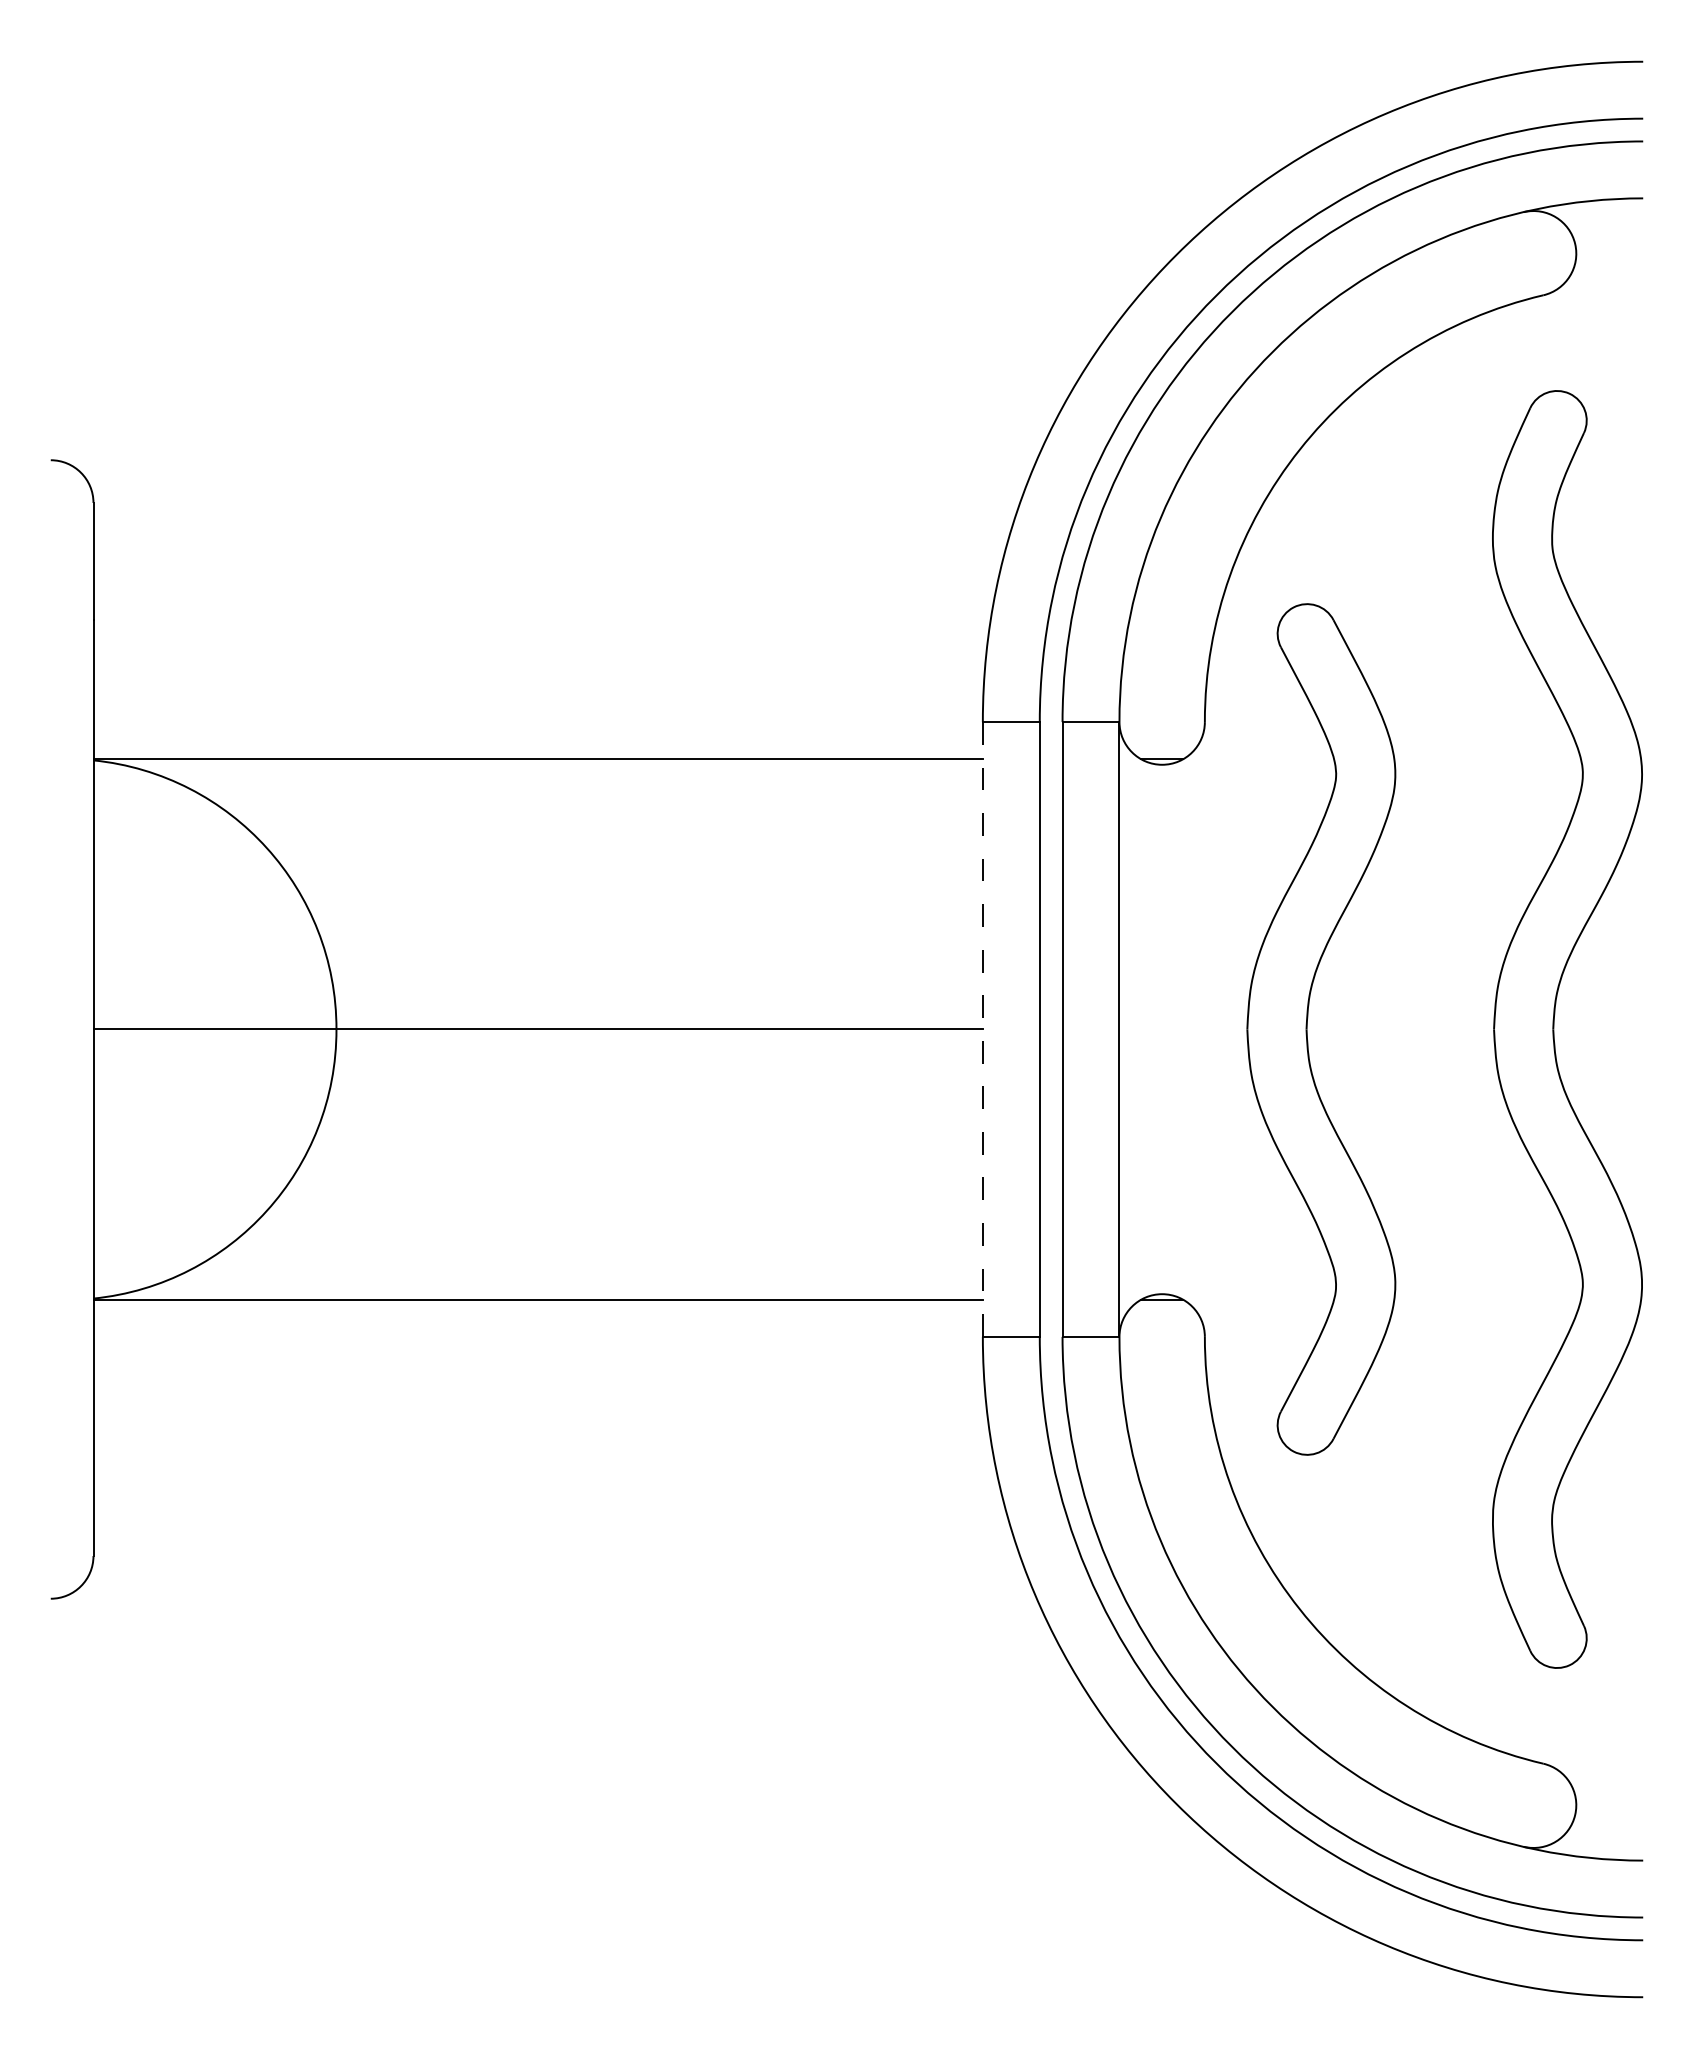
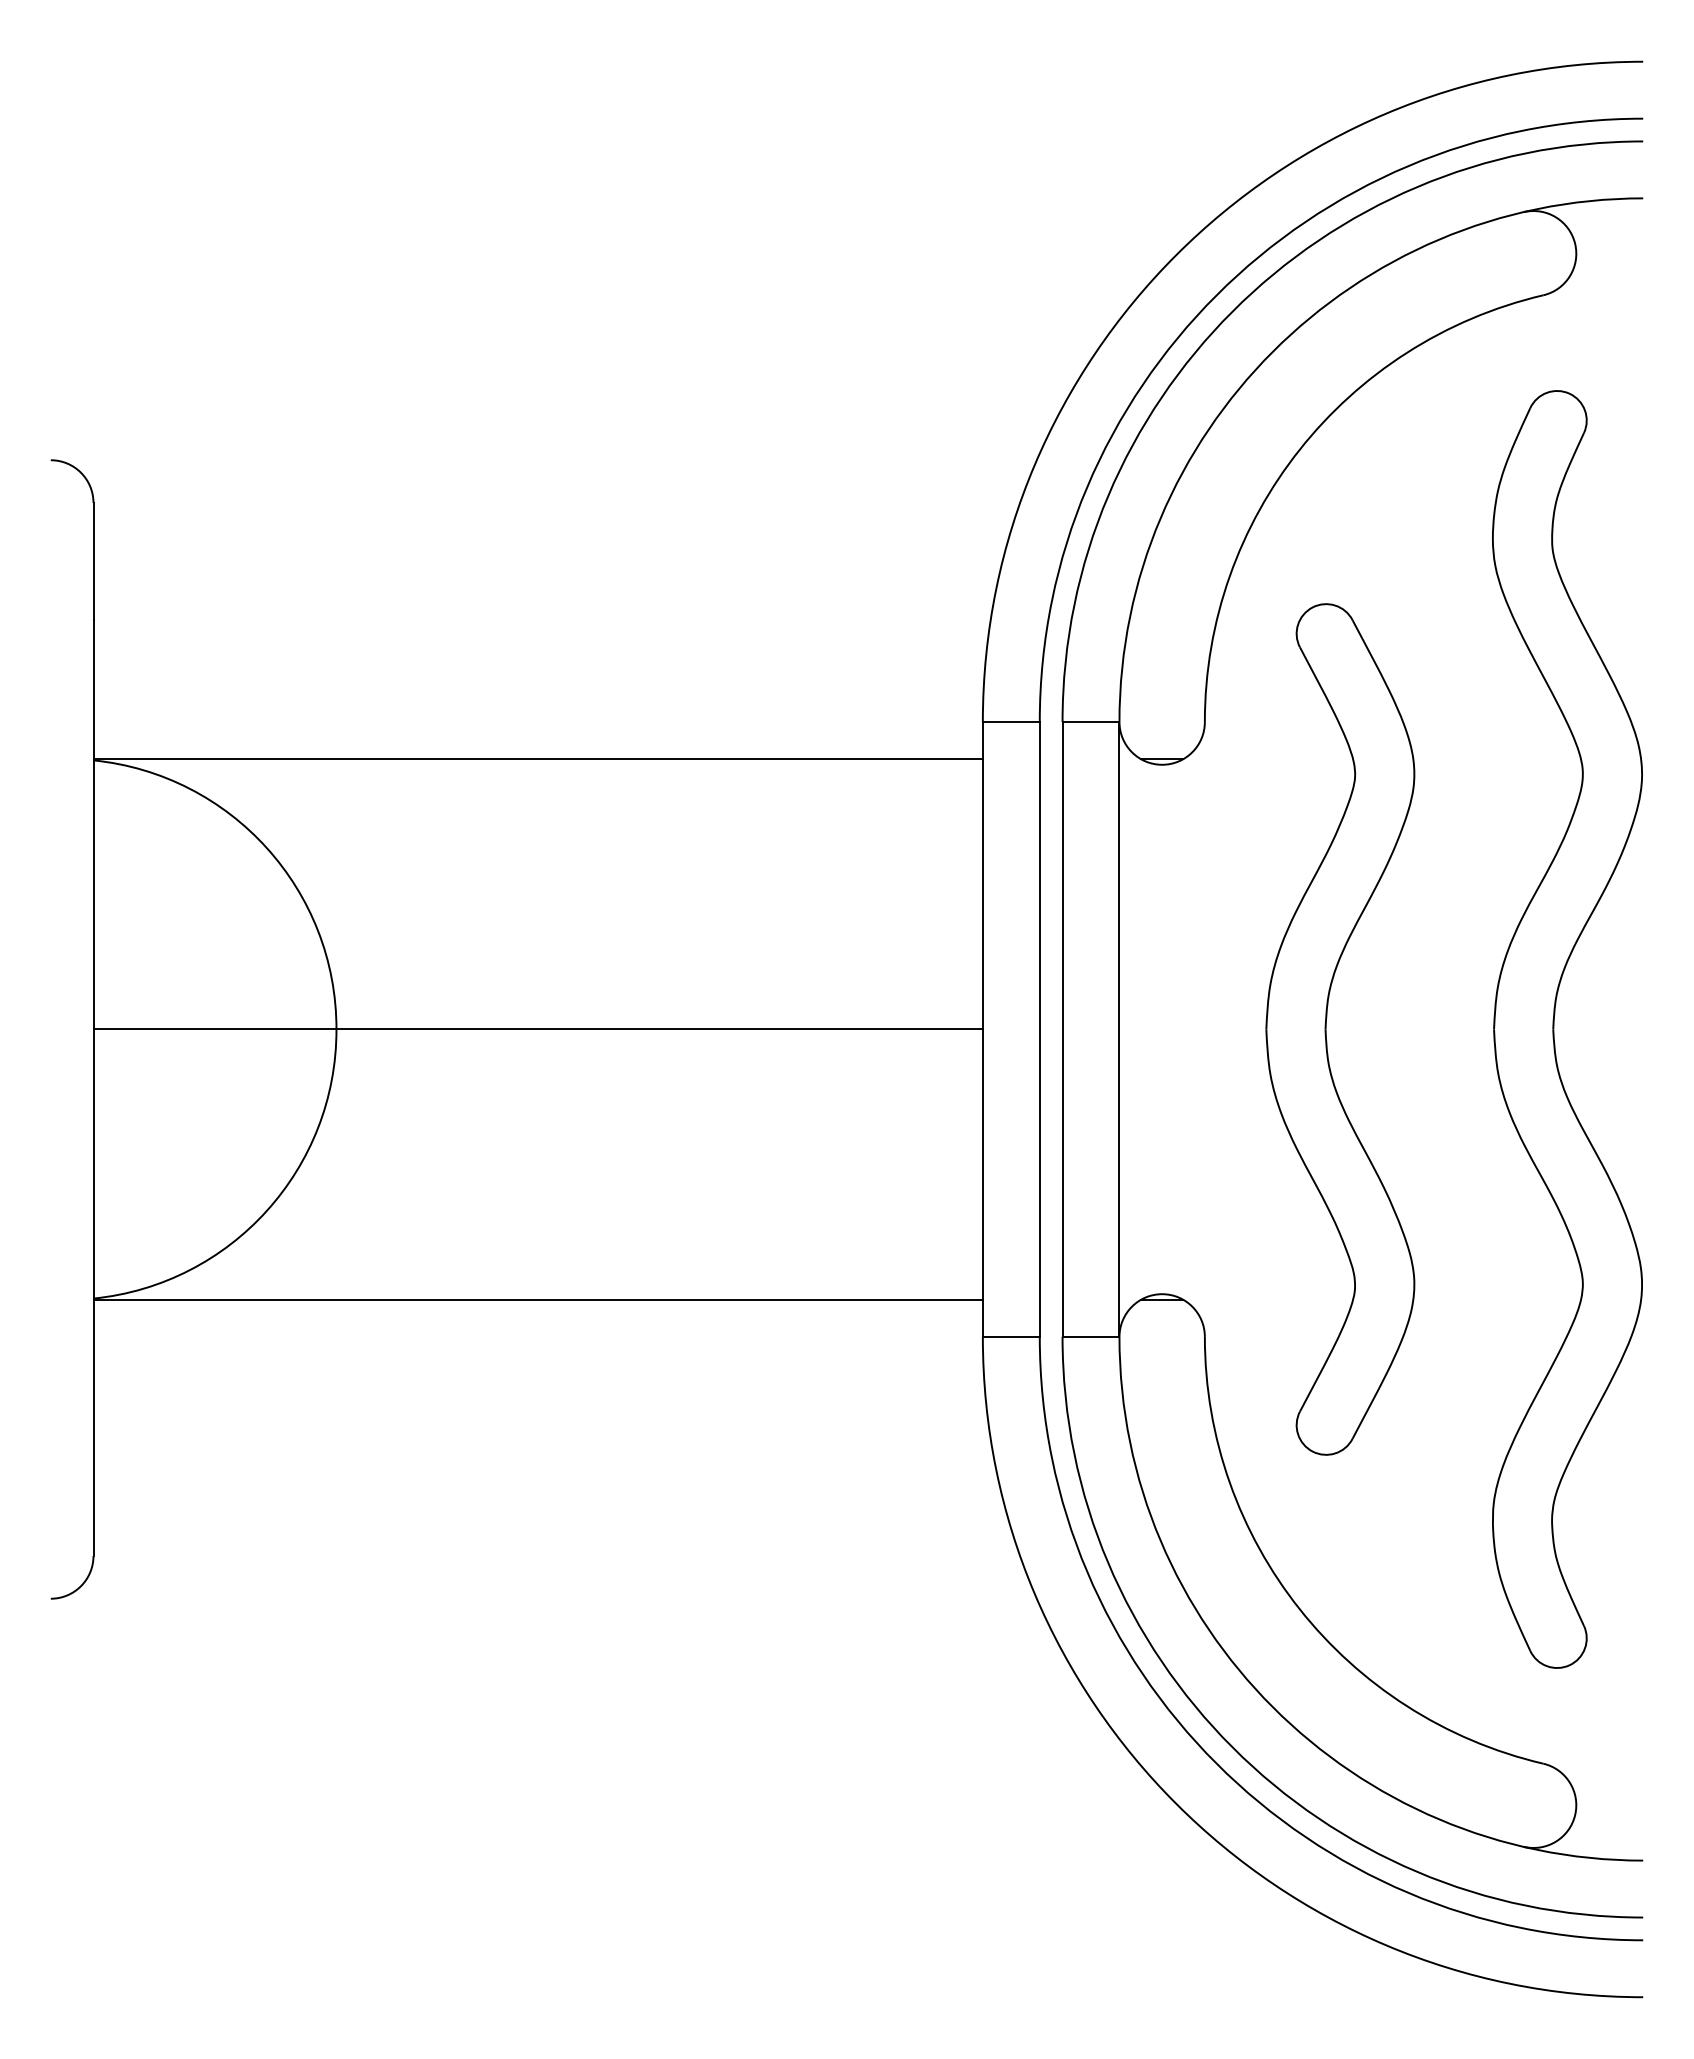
line at (982, 1028): dashed -> solid
part at (1307, 1029) position: (1307, 1029) -> (1326, 1029)
